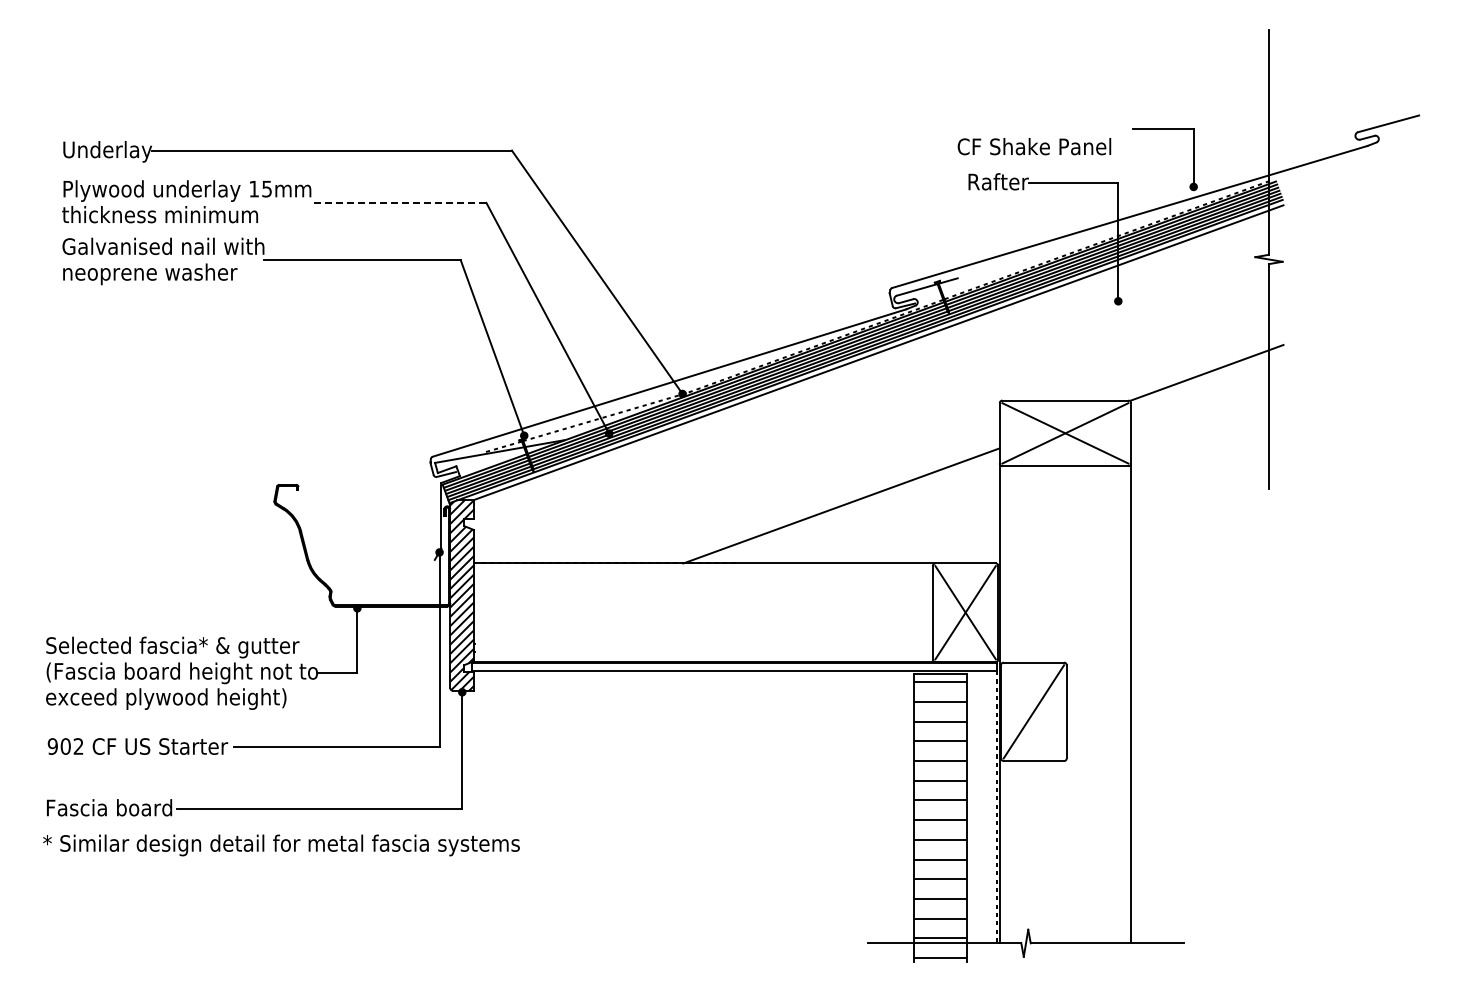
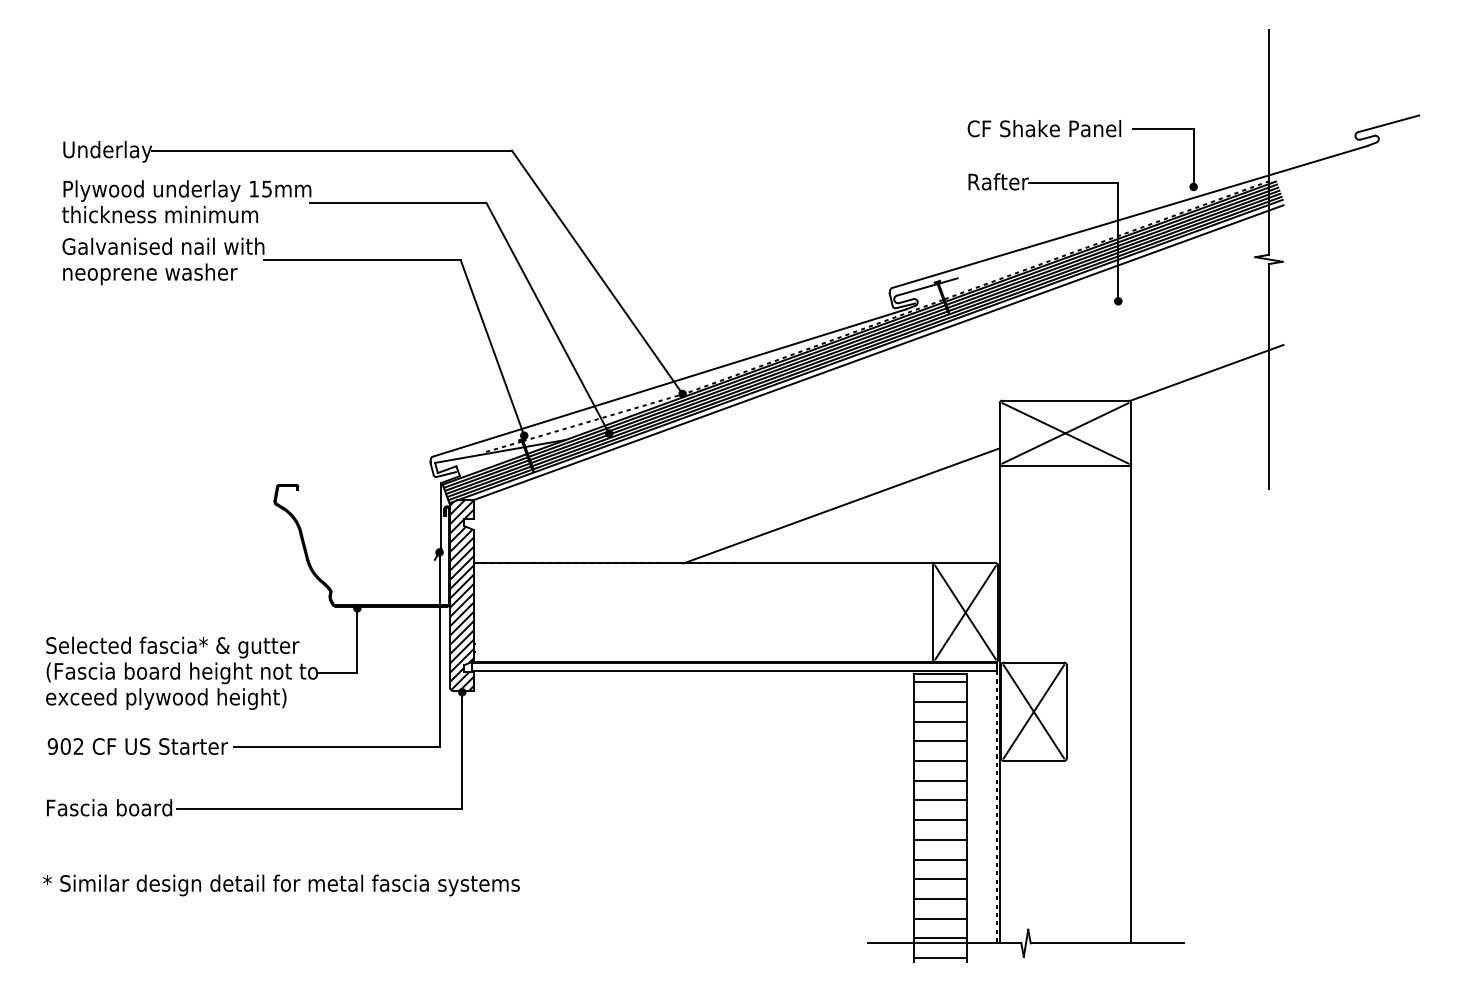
text at (1034, 146) position: (1034, 146) -> (1044, 128)
line at (397, 202): dashed -> solid
line at (1033, 711): none -> present
text at (281, 845) position: (281, 845) -> (281, 885)
